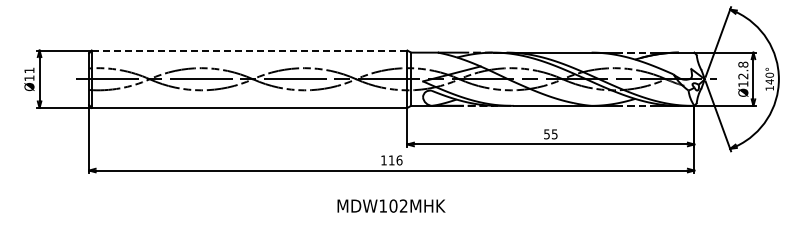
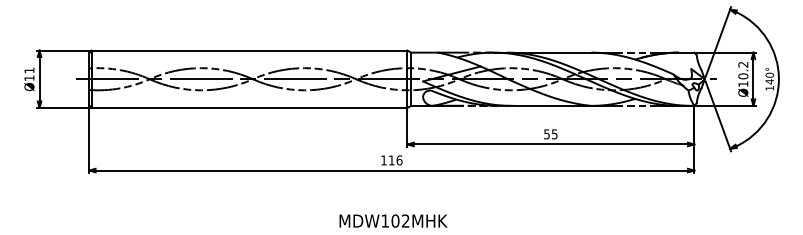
line at (249, 50): dashed -> solid
text at (743, 70): Ø12.8 -> Ø10.2
text at (391, 205) position: (391, 205) -> (393, 220)
